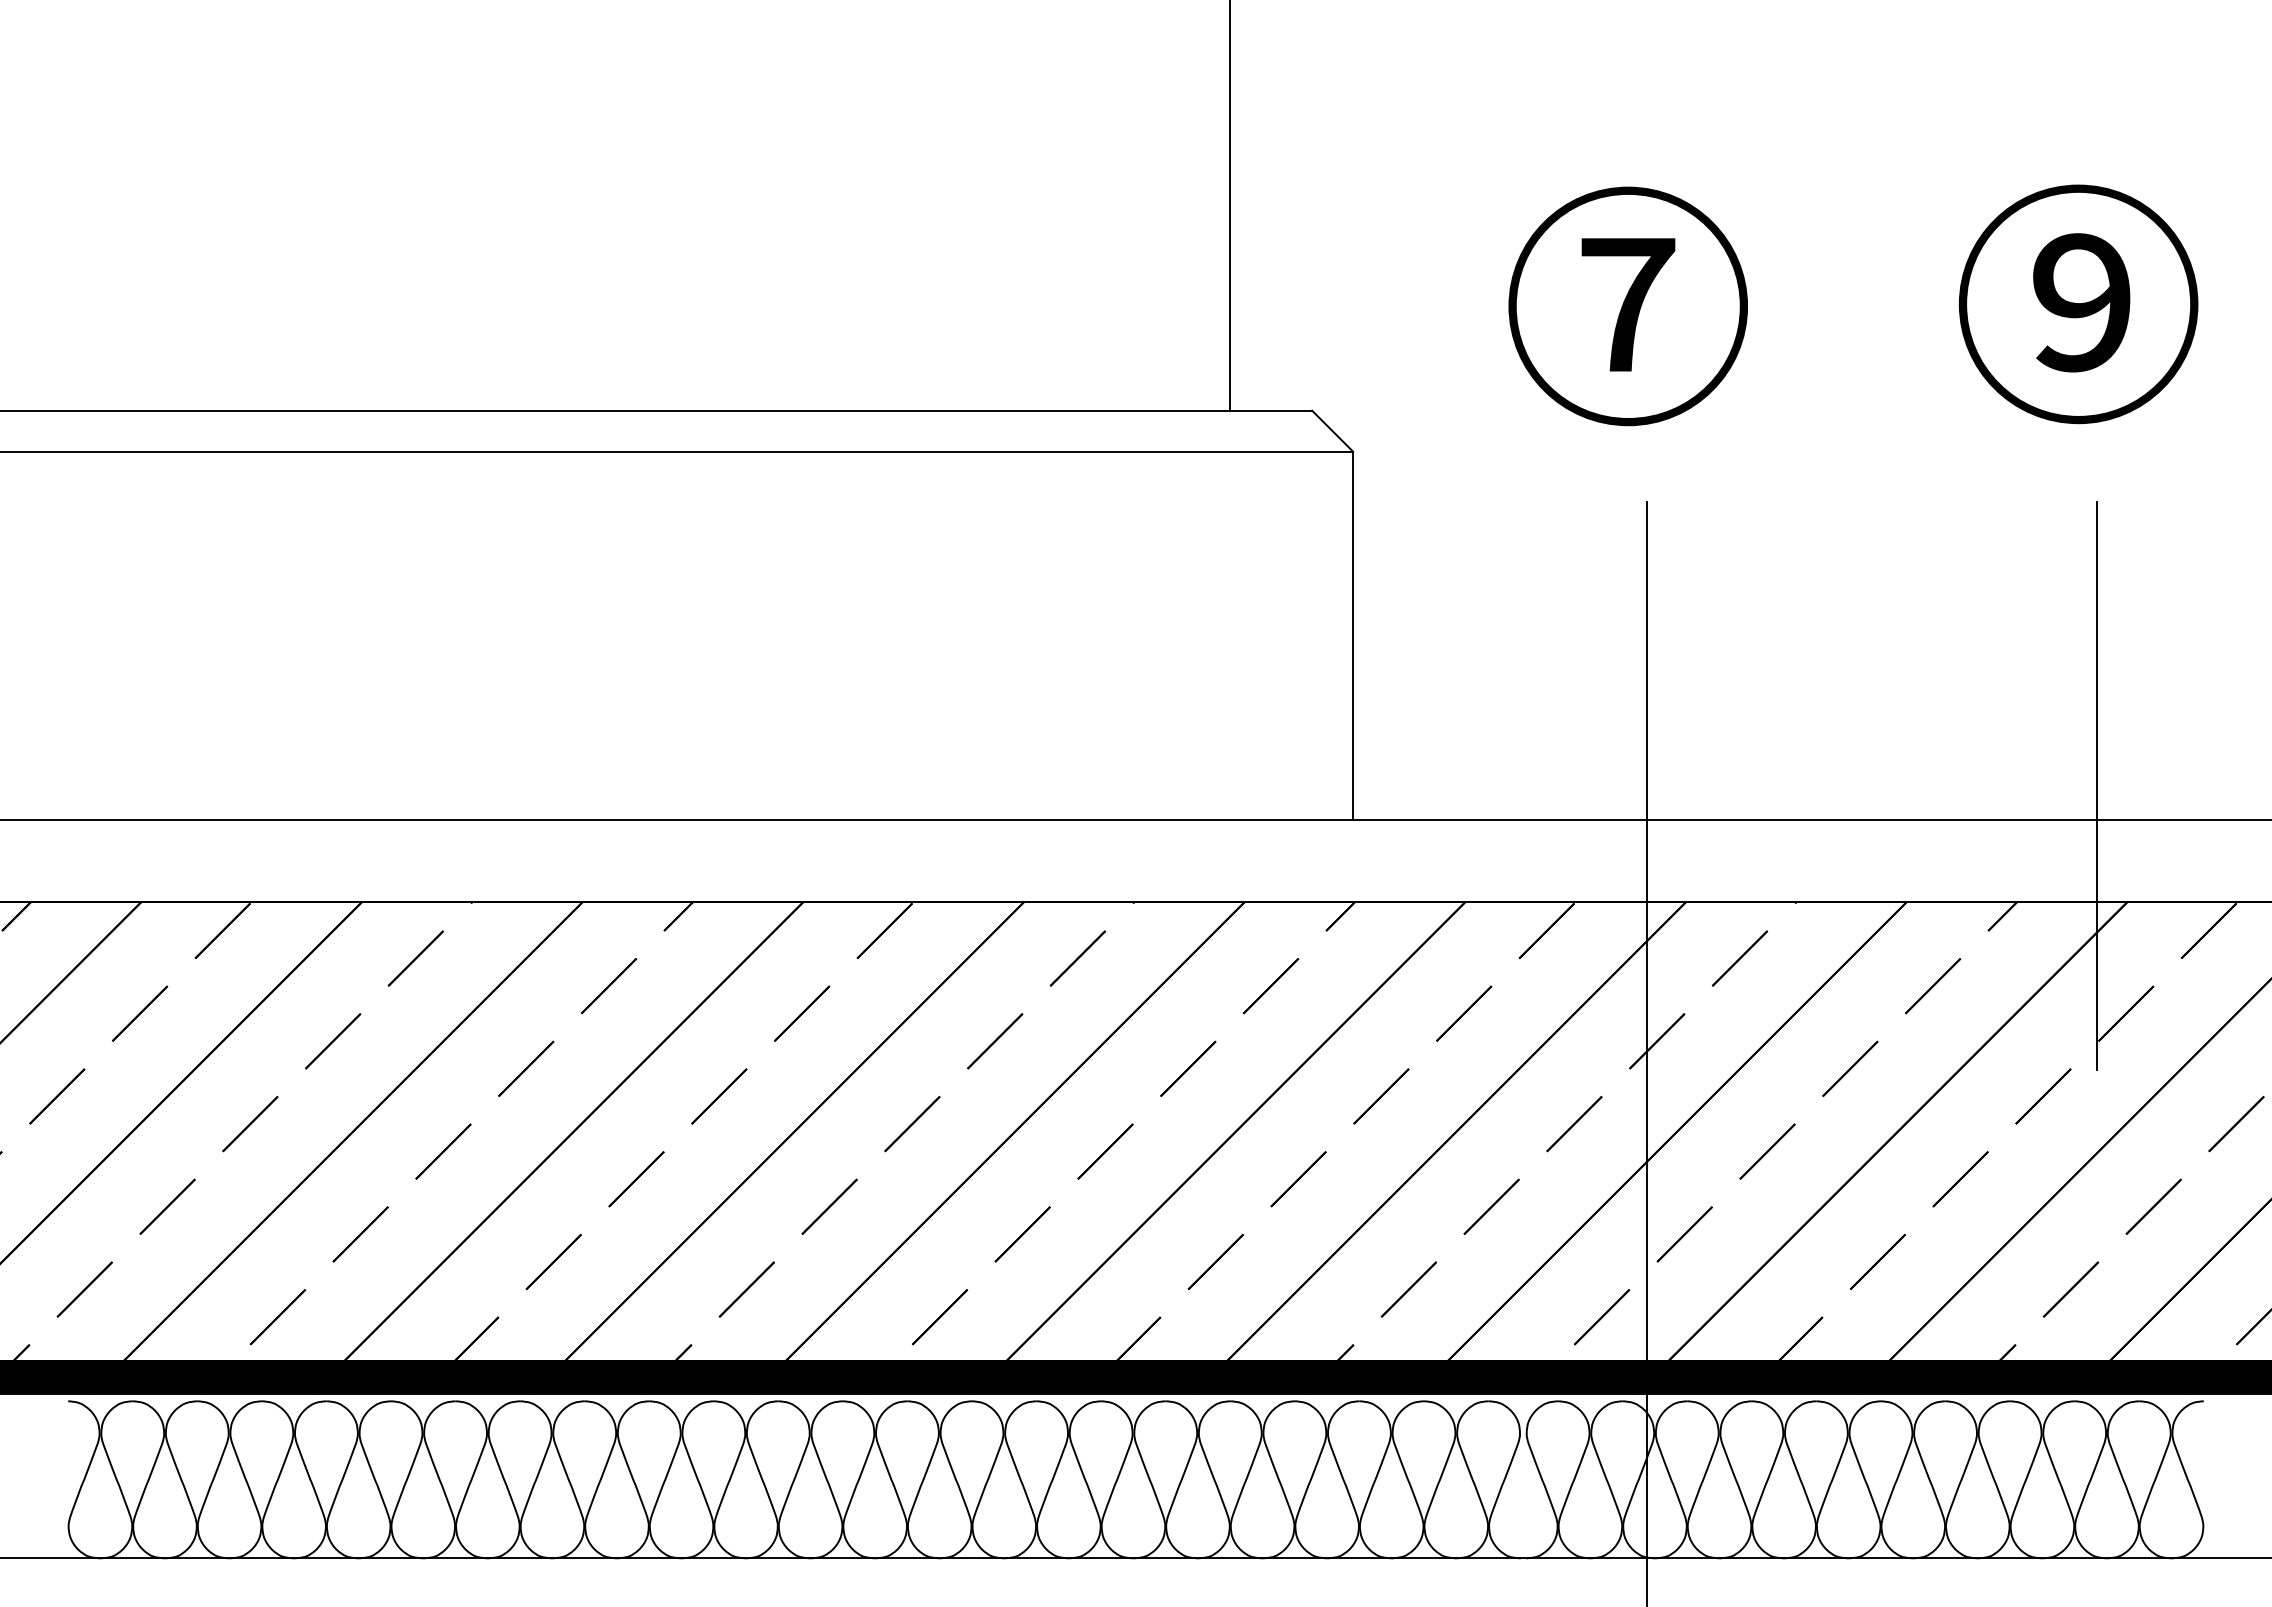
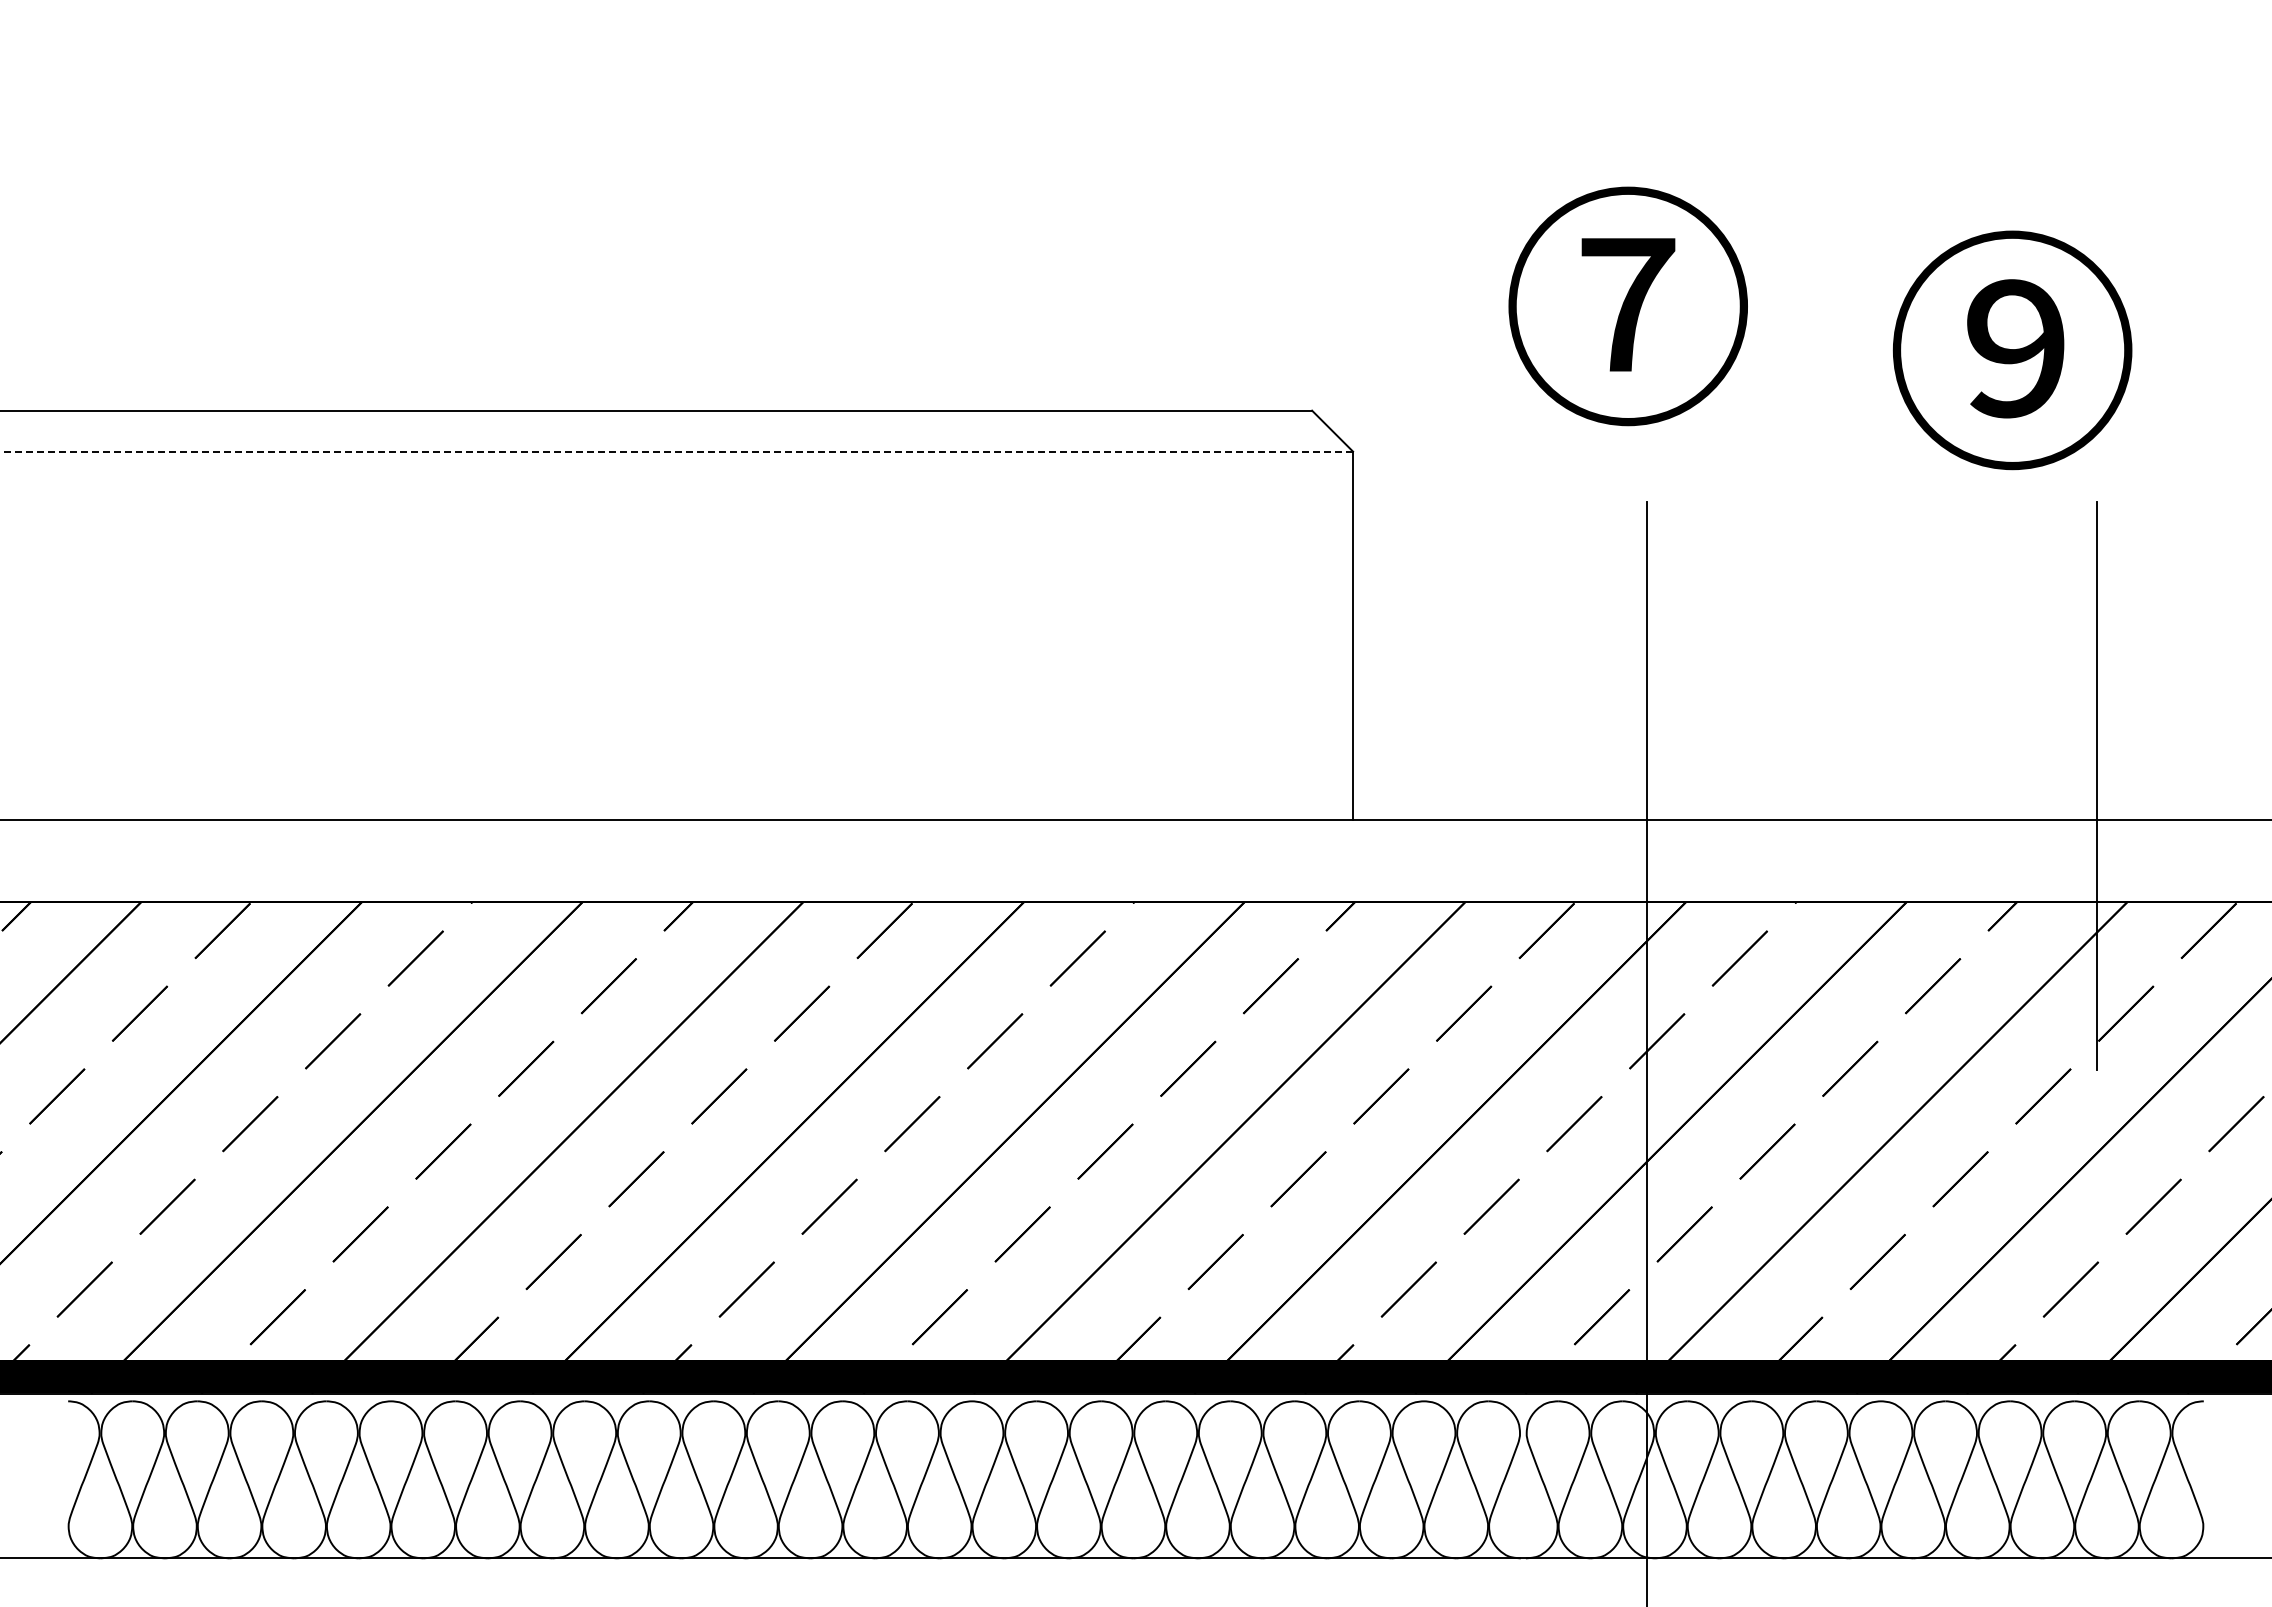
line at (1230, 206): present -> none
text at (2078, 304) position: (2078, 304) -> (2012, 350)
line at (676, 451): solid -> dashed
